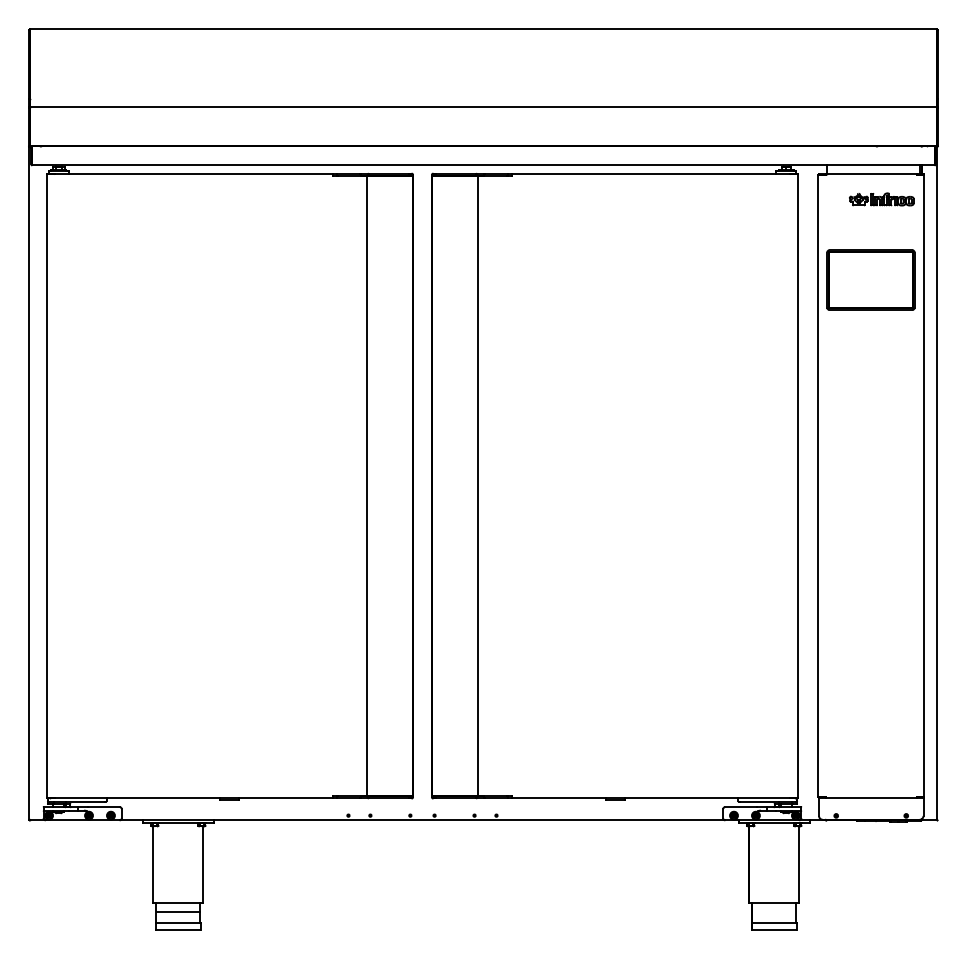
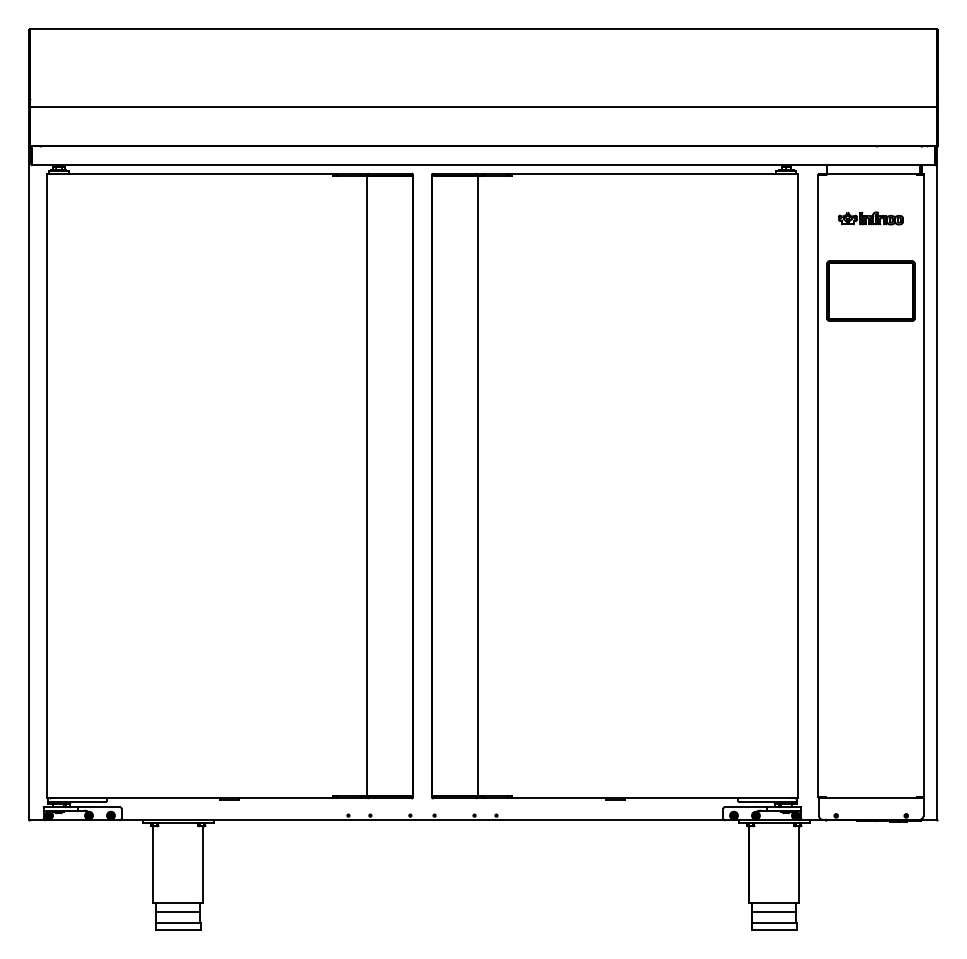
part at (881, 199) position: (881, 199) -> (870, 218)
part at (870, 279) position: (870, 279) -> (870, 290)
line at (773, 911): none -> present
